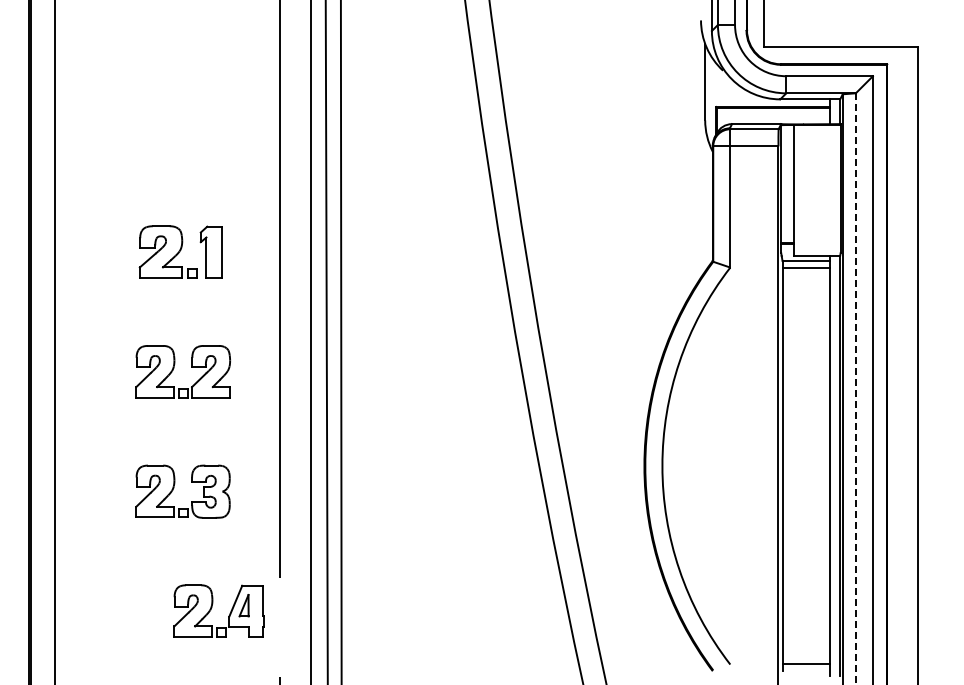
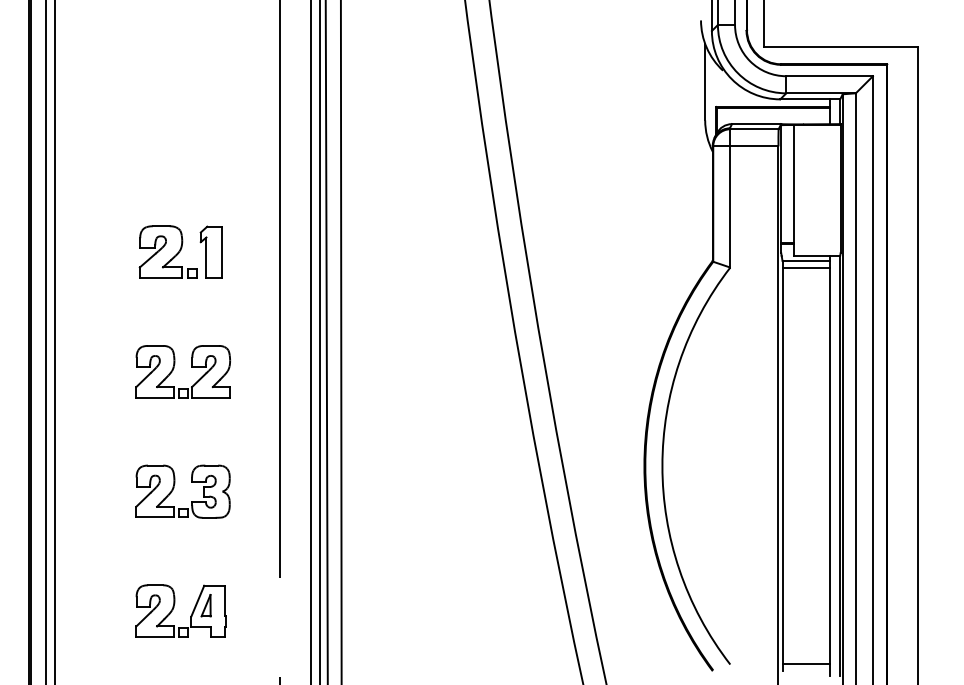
line at (46, 341): none -> present
line at (319, 341): none -> present
line at (856, 388): dashed -> solid
part at (212, 607) position: (212, 607) -> (174, 607)
